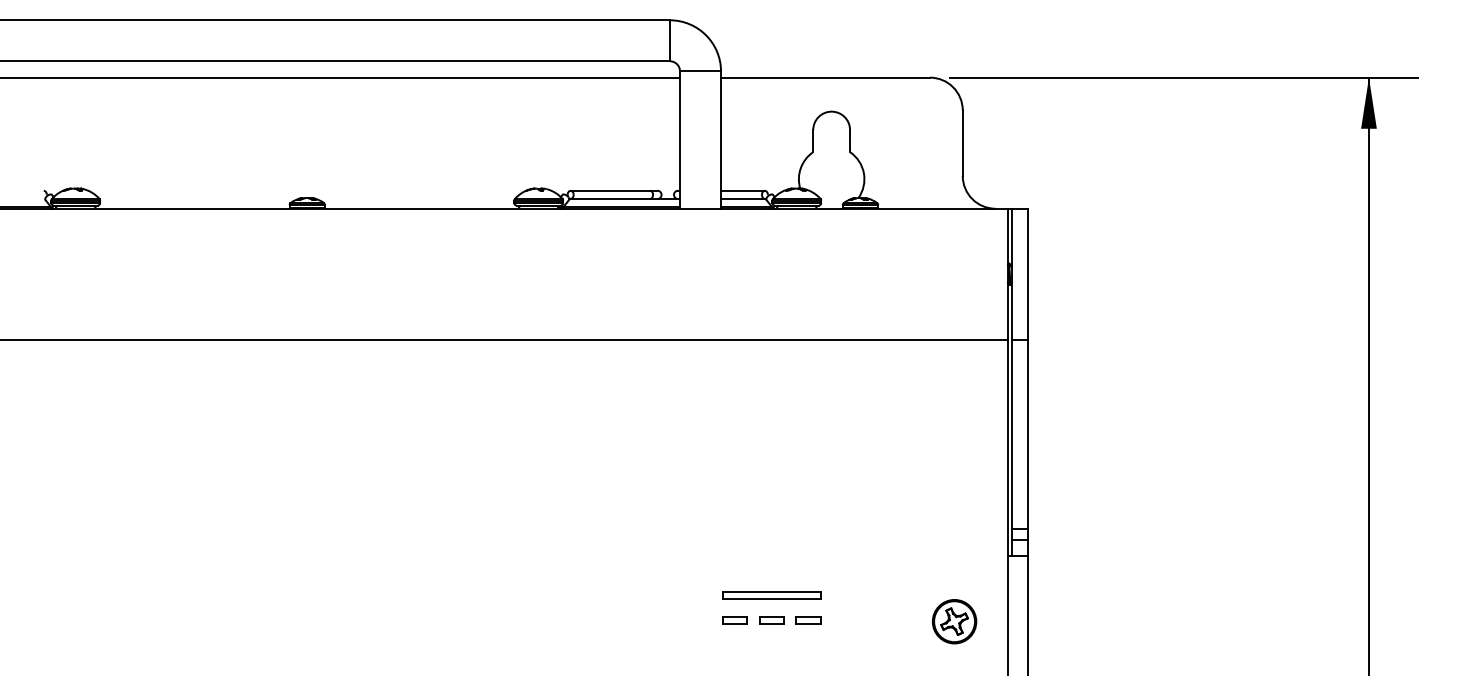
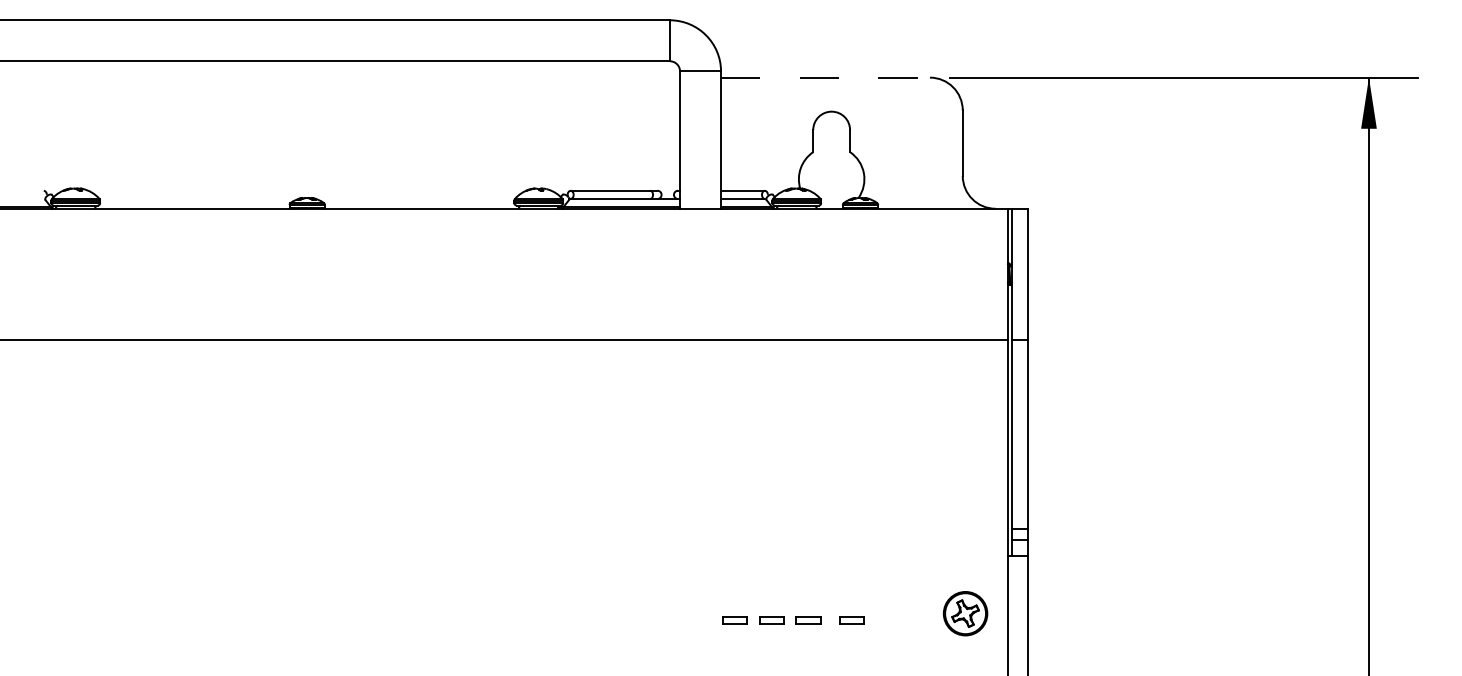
line at (341, 77): present -> none
line at (826, 77): solid -> dashed
part at (771, 595): present -> none
part at (851, 620): none -> present
part at (954, 621) position: (954, 621) -> (965, 613)
